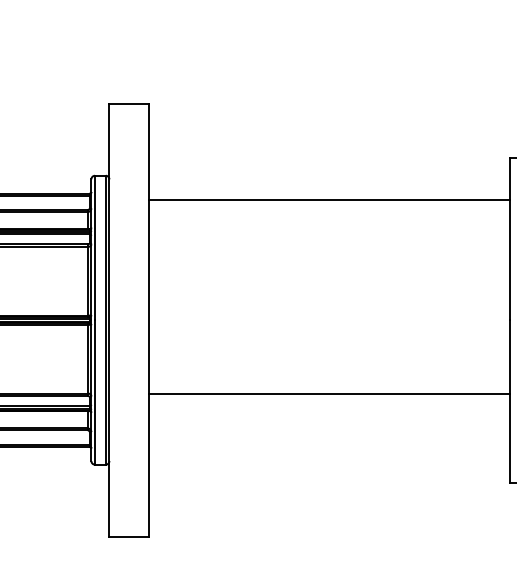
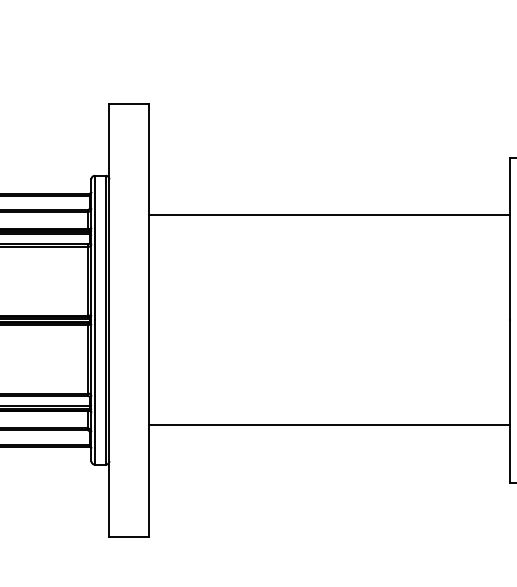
line at (329, 200) position: (329, 200) -> (329, 215)
line at (329, 393) position: (329, 393) -> (329, 424)
